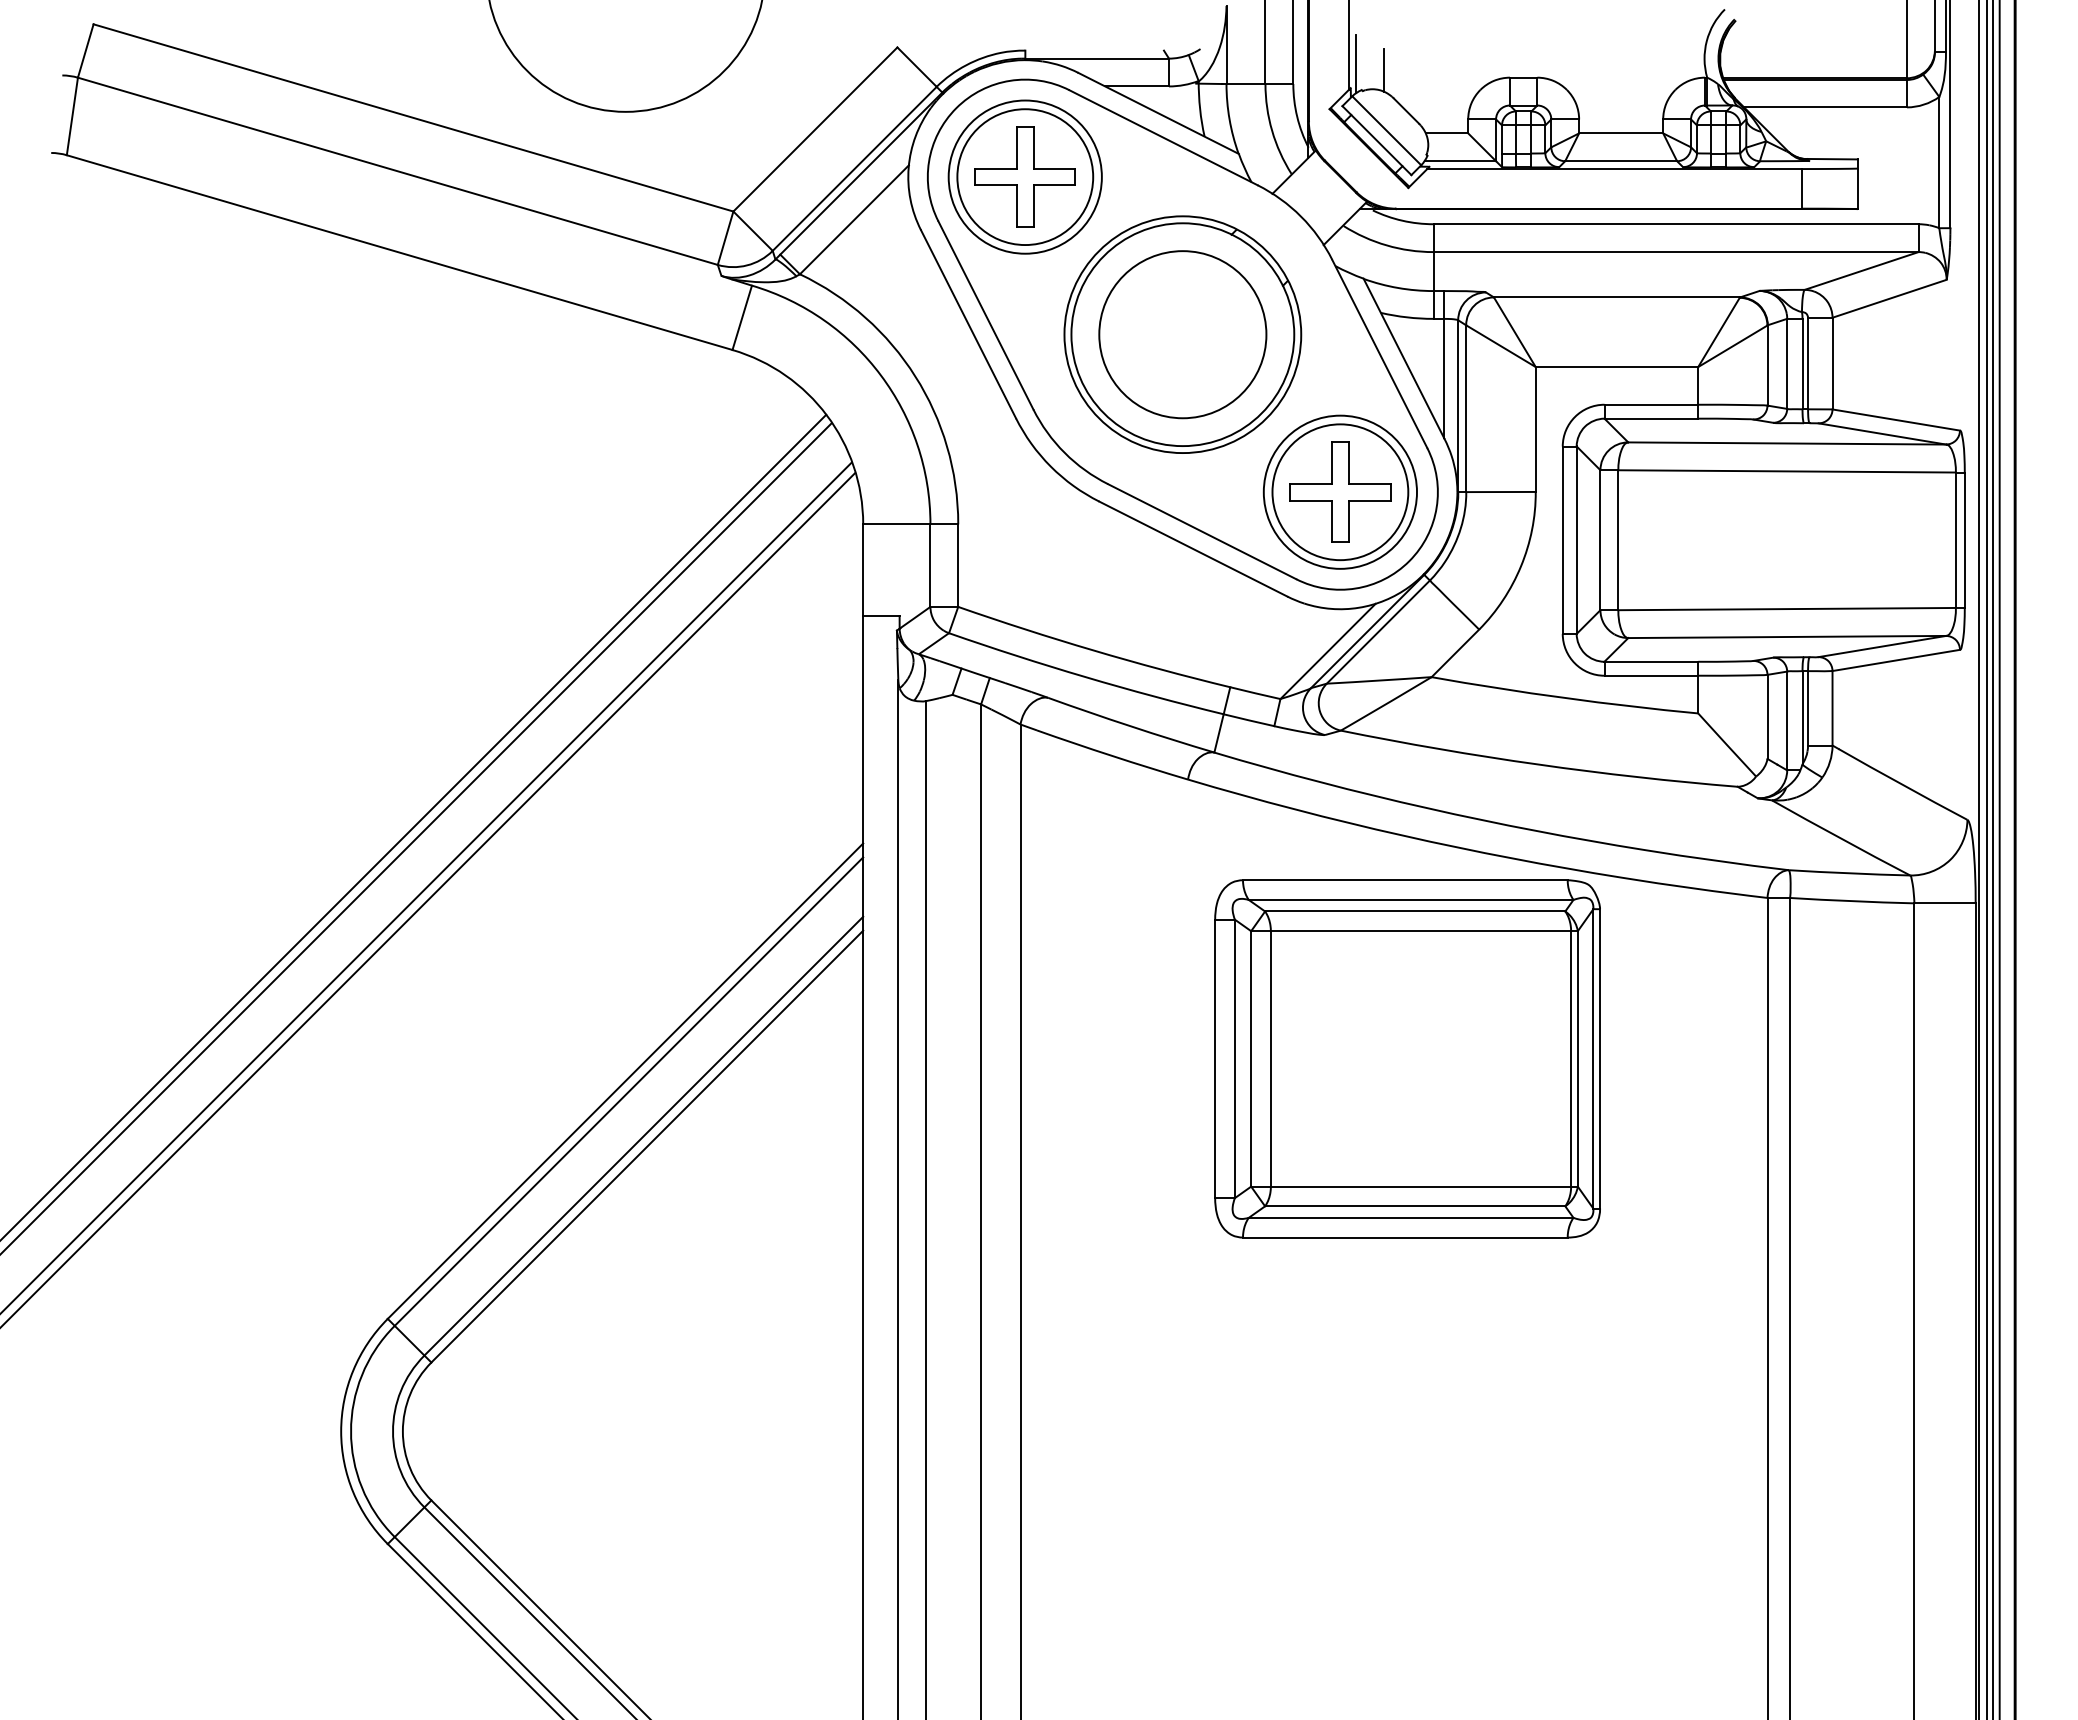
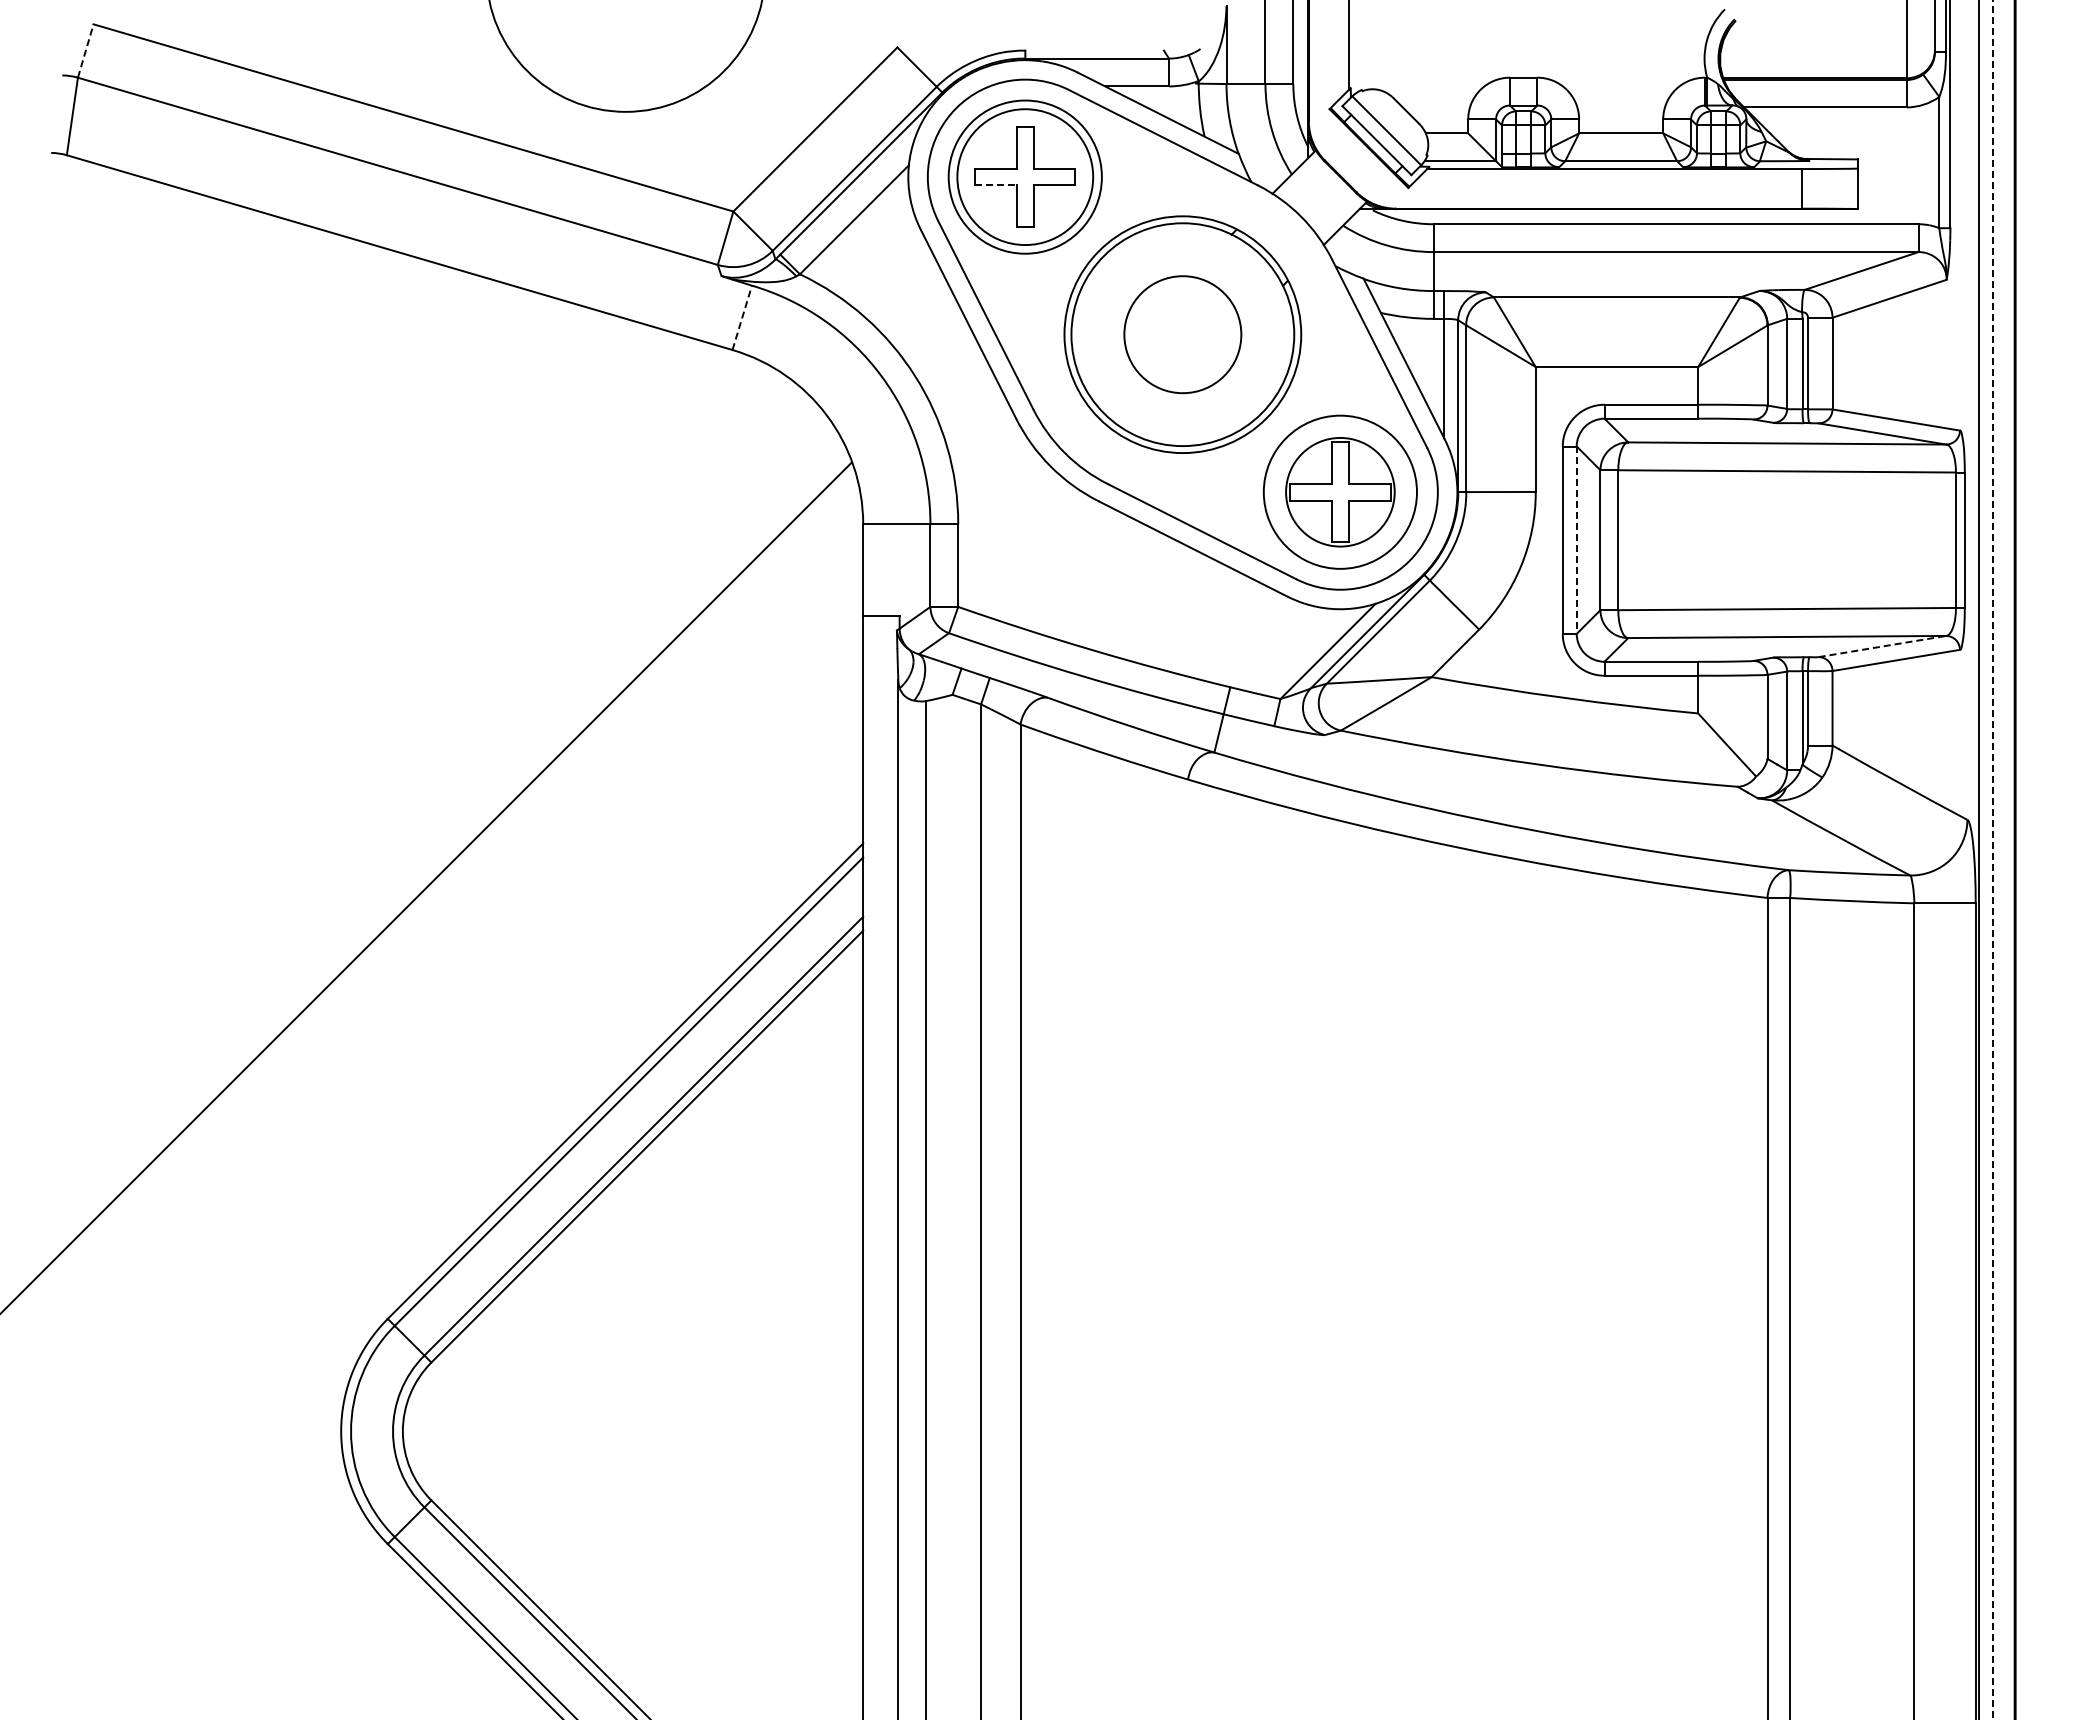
line at (85, 51): solid -> dashed
line at (1356, 64): present -> none
line at (1384, 70): present -> none
line at (996, 185): solid -> dashed
line at (742, 317): solid -> dashed
circle at (1182, 334) diameter: 167 px -> 117 px
circle at (1340, 492) diameter: 136 px -> 109 px
line at (1576, 540): solid -> dashed
line at (1882, 646): solid -> dashed
line at (414, 826): present -> none
line at (416, 837): present -> none
line at (1987, 859): present -> none
line at (1999, 859): present -> none
line at (1993, 860): solid -> dashed
line at (428, 899): present -> none
part at (1407, 1058): present -> none
